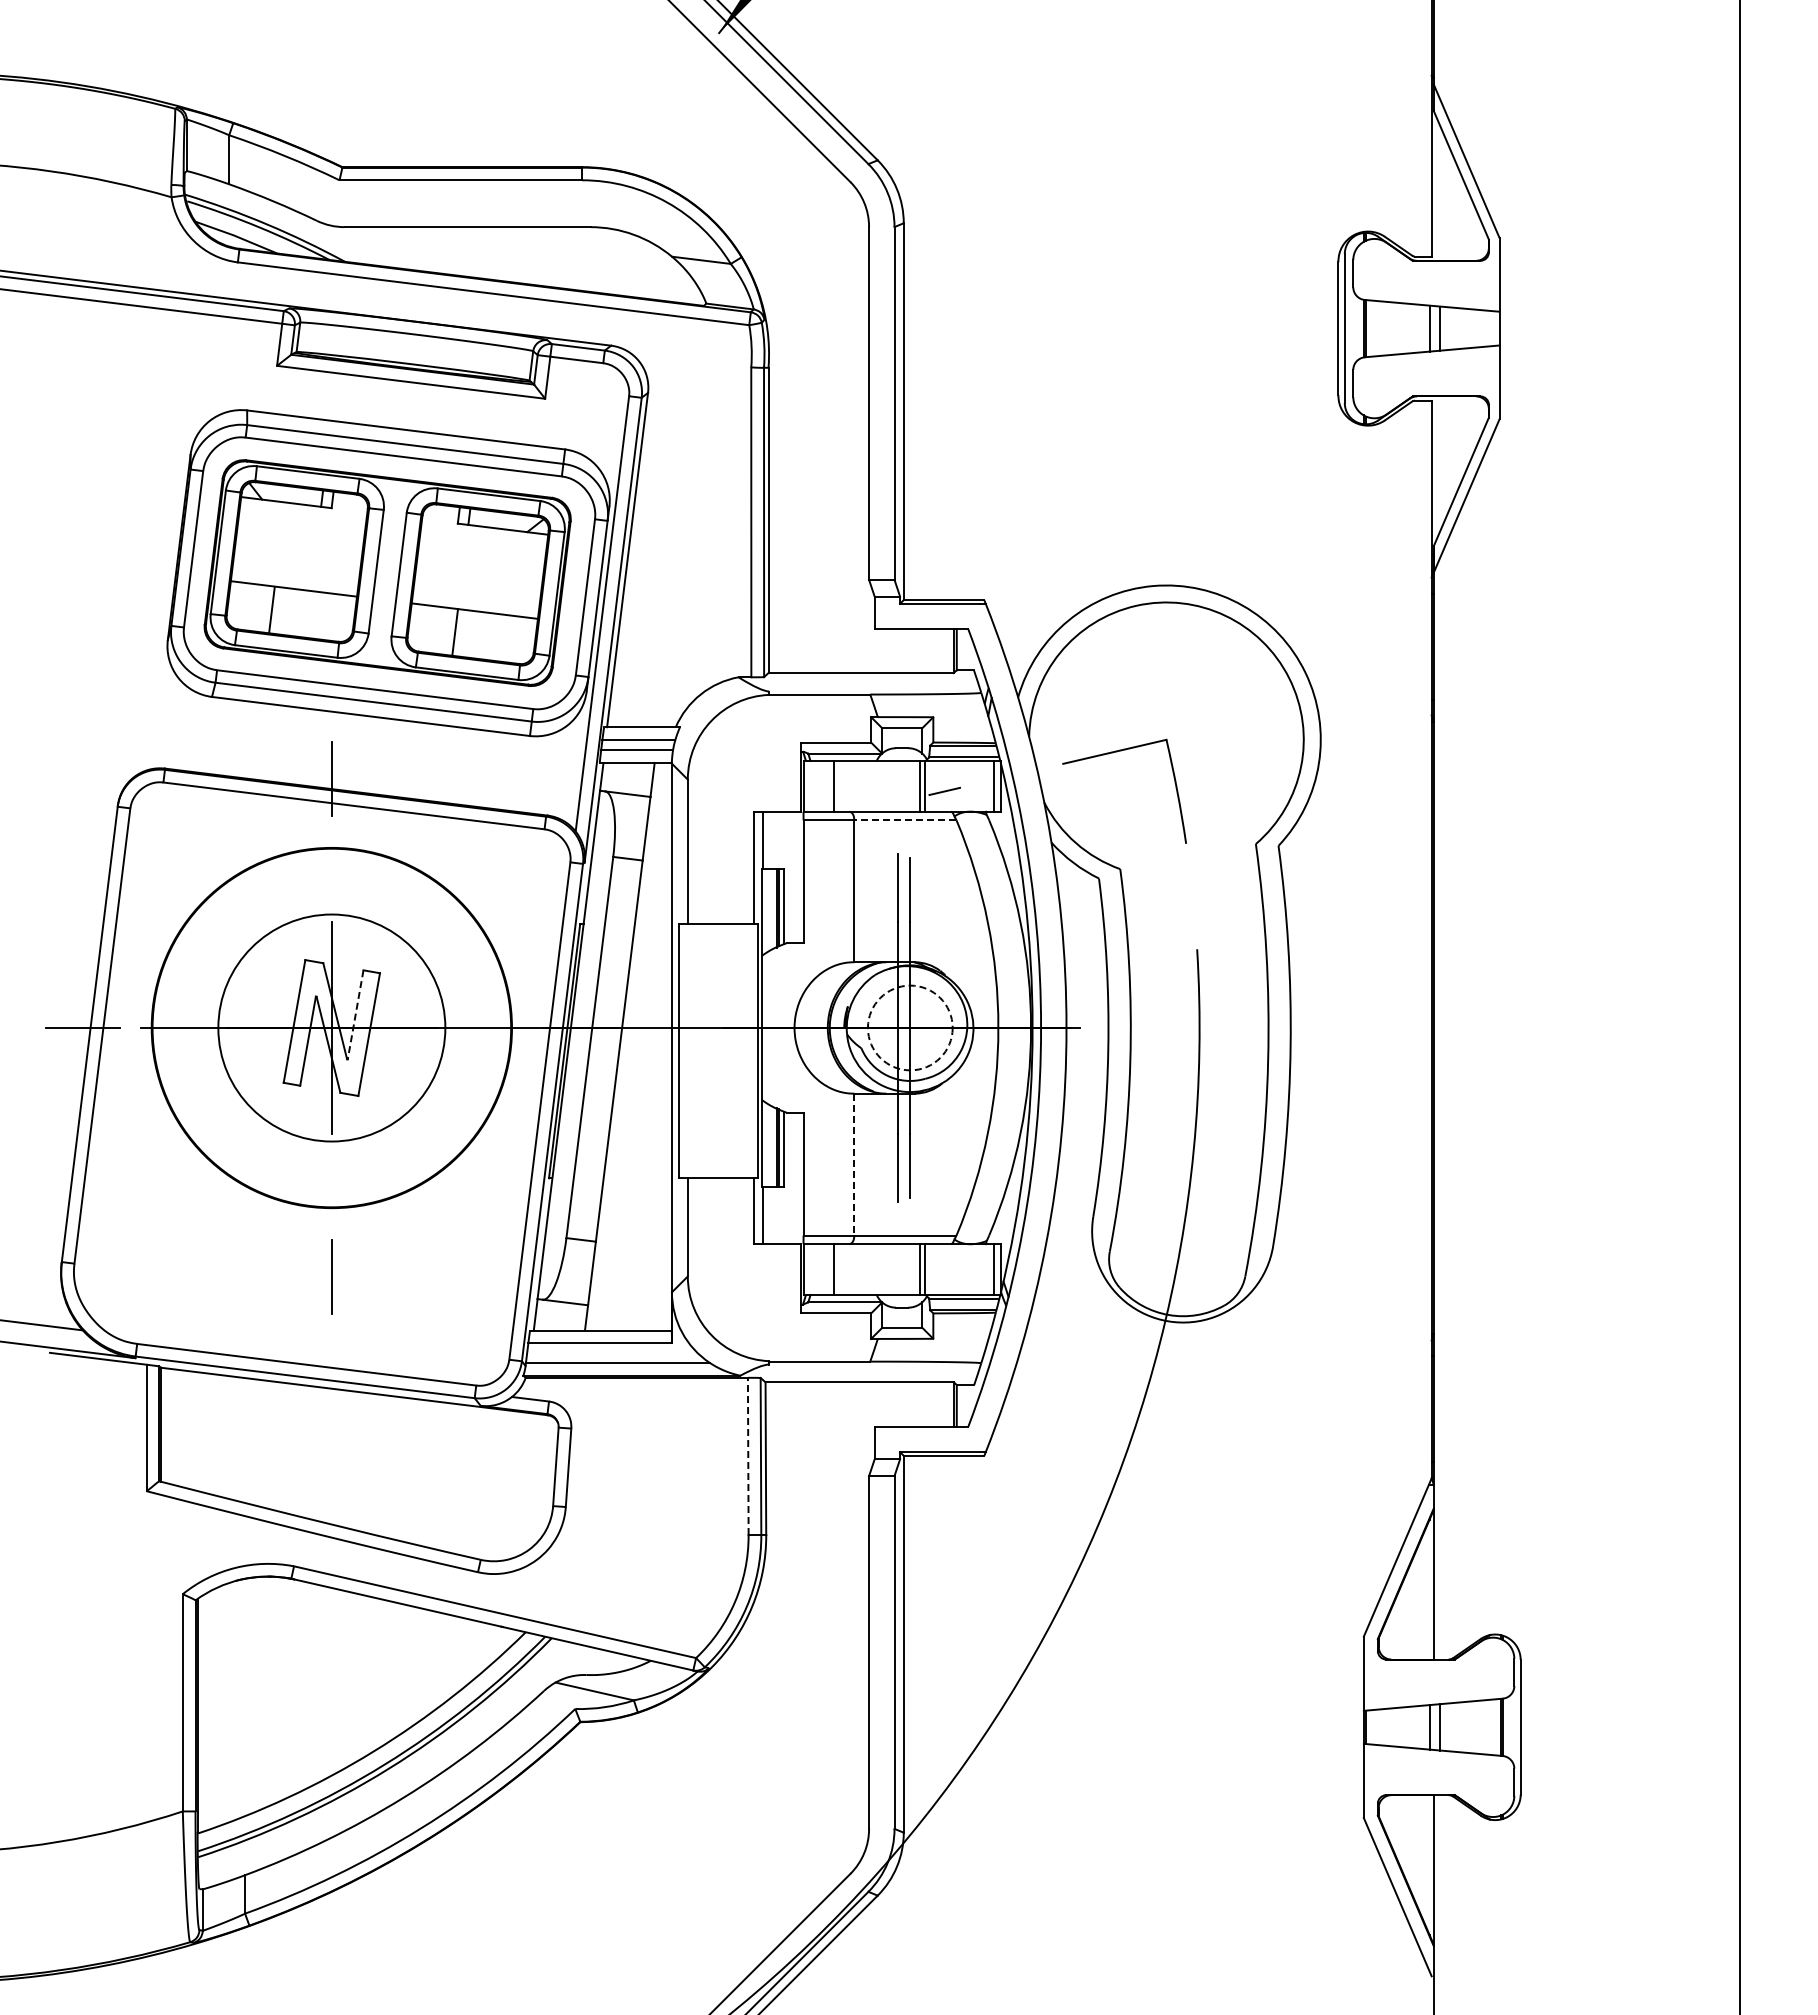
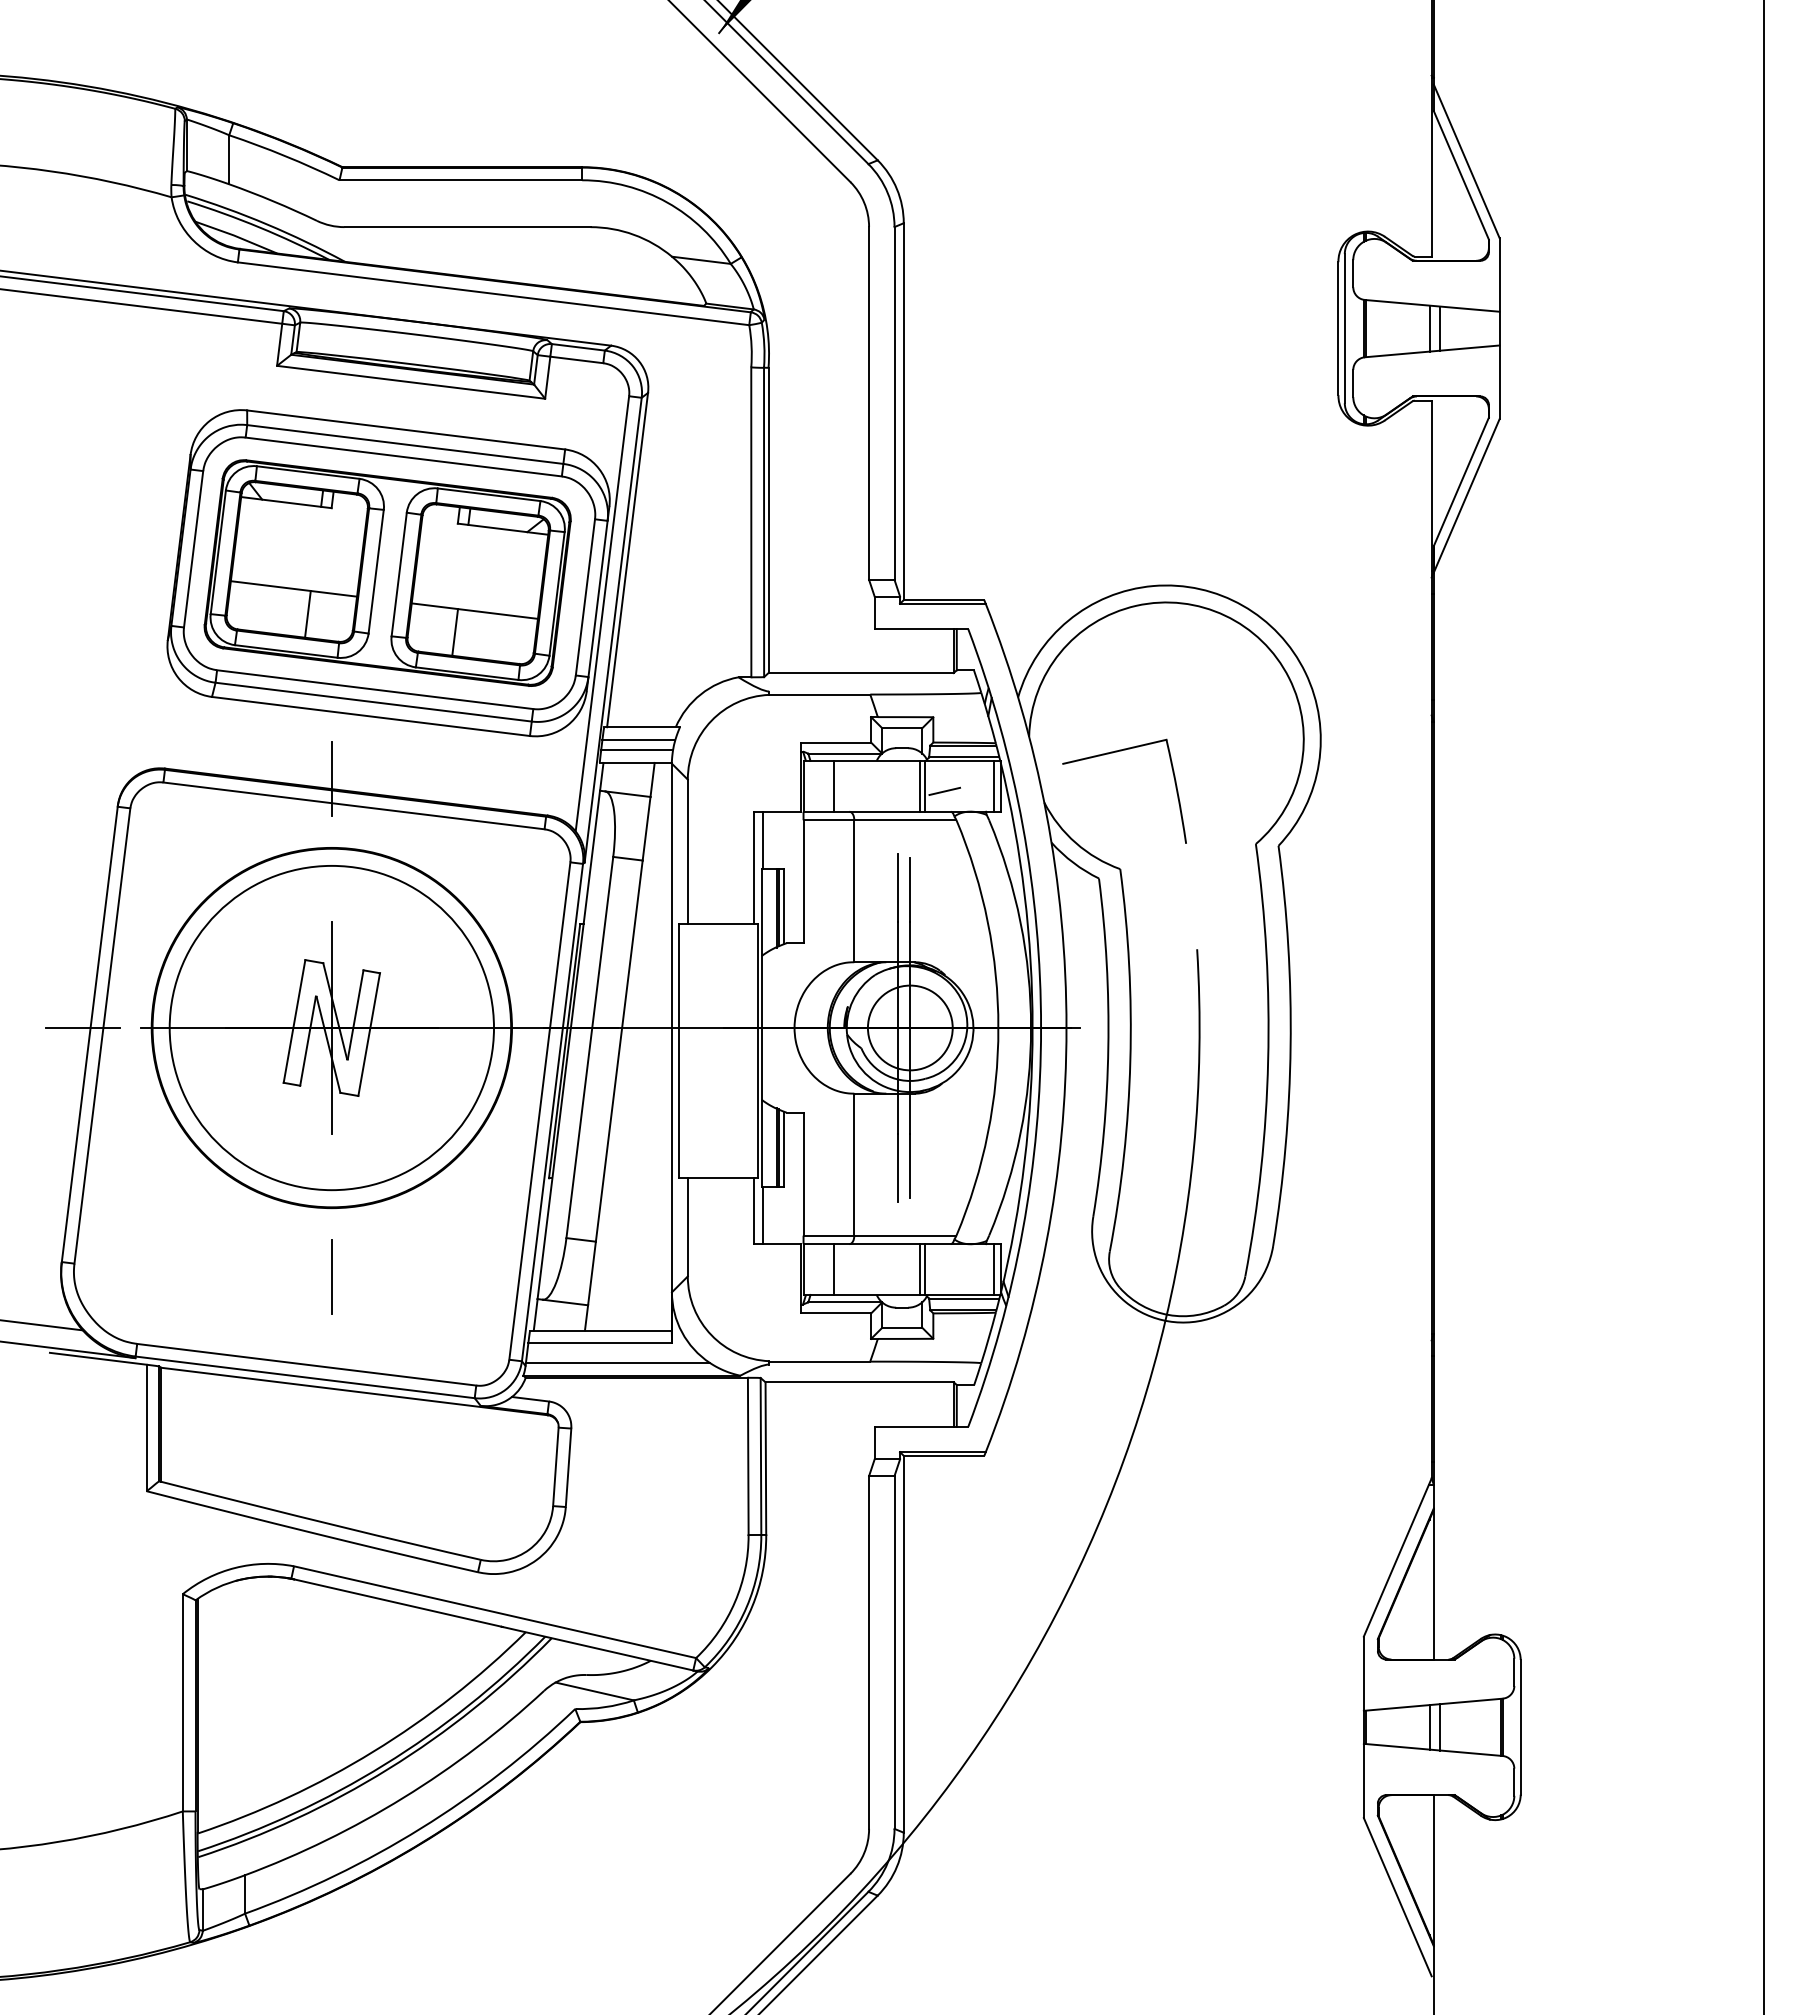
line at (271, 610) position: (271, 610) -> (307, 614)
line at (904, 820): dashed -> solid
line at (1739, 1006) position: (1739, 1006) -> (1763, 1006)
line at (355, 1015): dashed -> solid
circle at (331, 1027) diameter: 227 px -> 324 px
circle at (909, 1027): dashed -> solid
line at (854, 1164): dashed -> solid
line at (748, 1456): dashed -> solid
